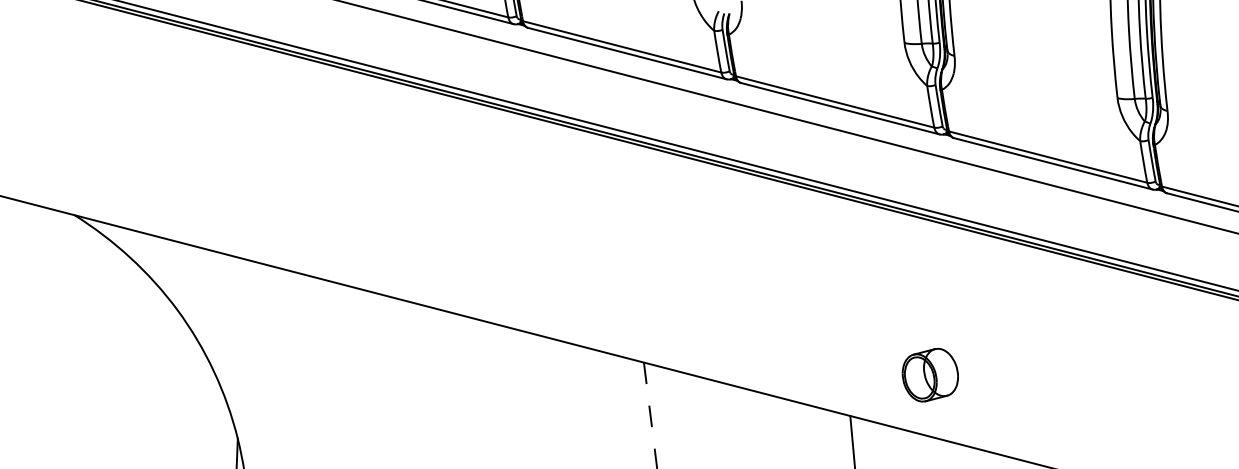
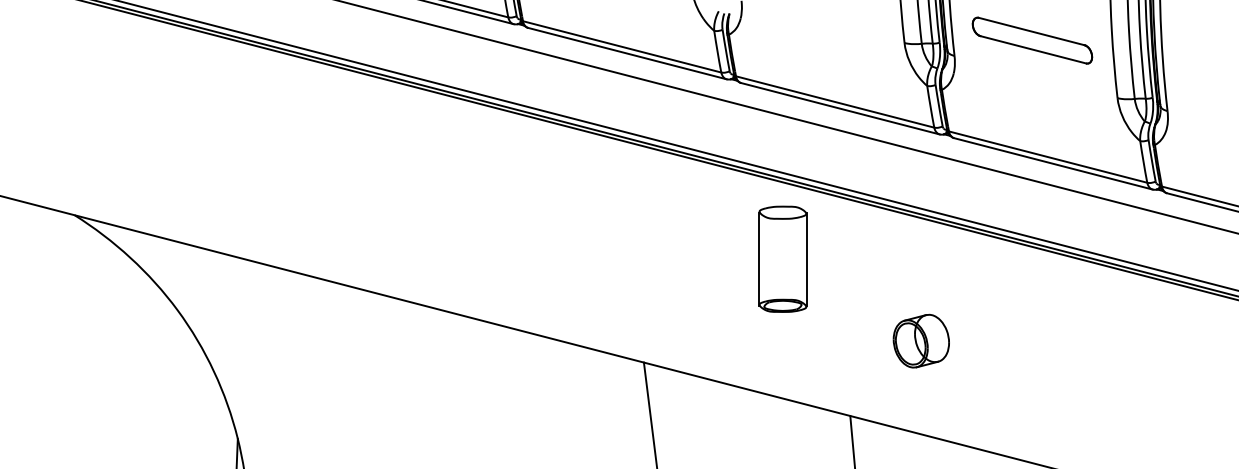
part at (1032, 40): none -> present
part at (782, 258): none -> present
part at (929, 374) position: (929, 374) -> (920, 340)
line at (650, 416): dashed -> solid
